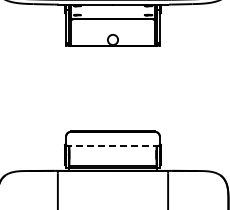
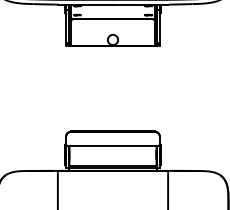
line at (113, 145): dashed -> solid
